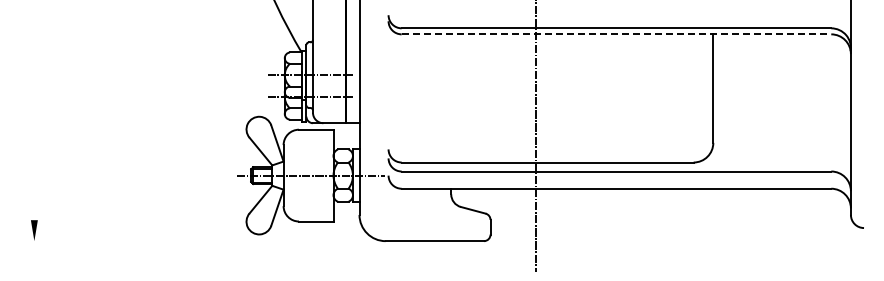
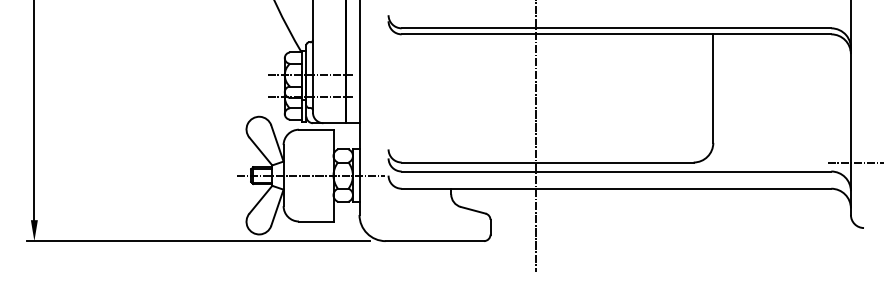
line at (616, 34): dashed -> solid
line at (34, 111): none -> present
line at (853, 162): none -> present
line at (197, 241): none -> present
